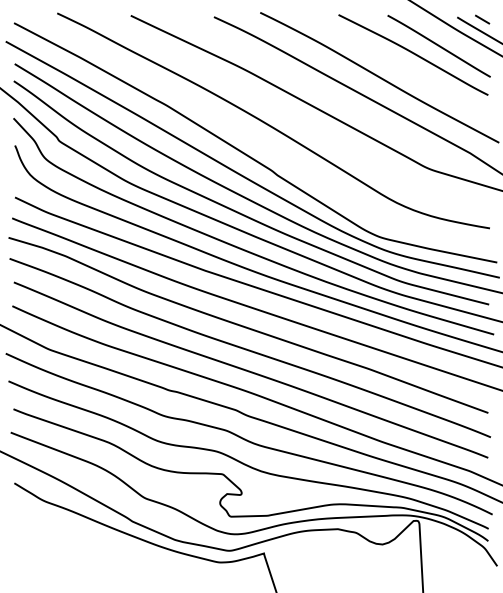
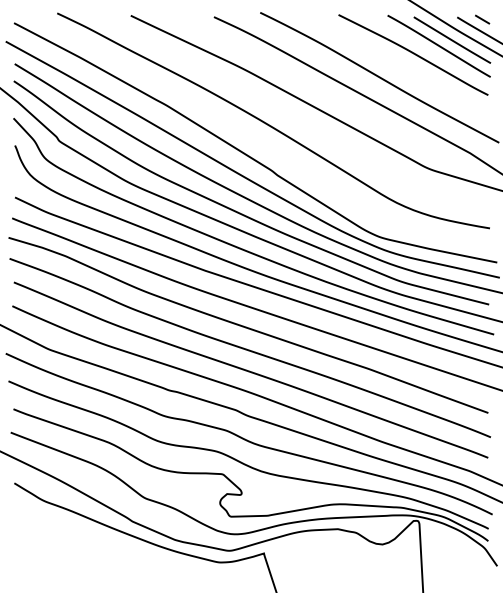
line at (452, 39): none -> present
